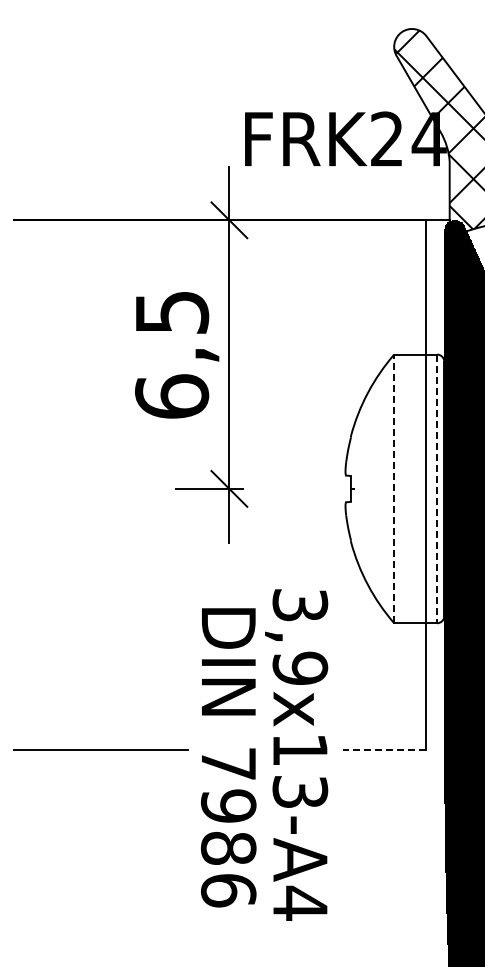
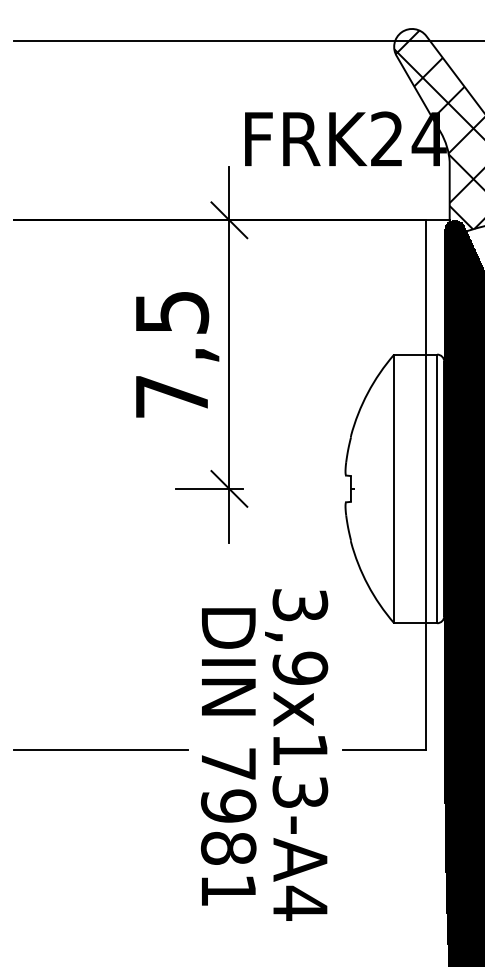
line at (247, 41): none -> present
text at (172, 396): 6,5 -> 7,5
line at (394, 488): dashed -> solid
line at (437, 489): dashed -> solid
line at (384, 750): dashed -> solid
text at (228, 890): 7986 -> 7981
